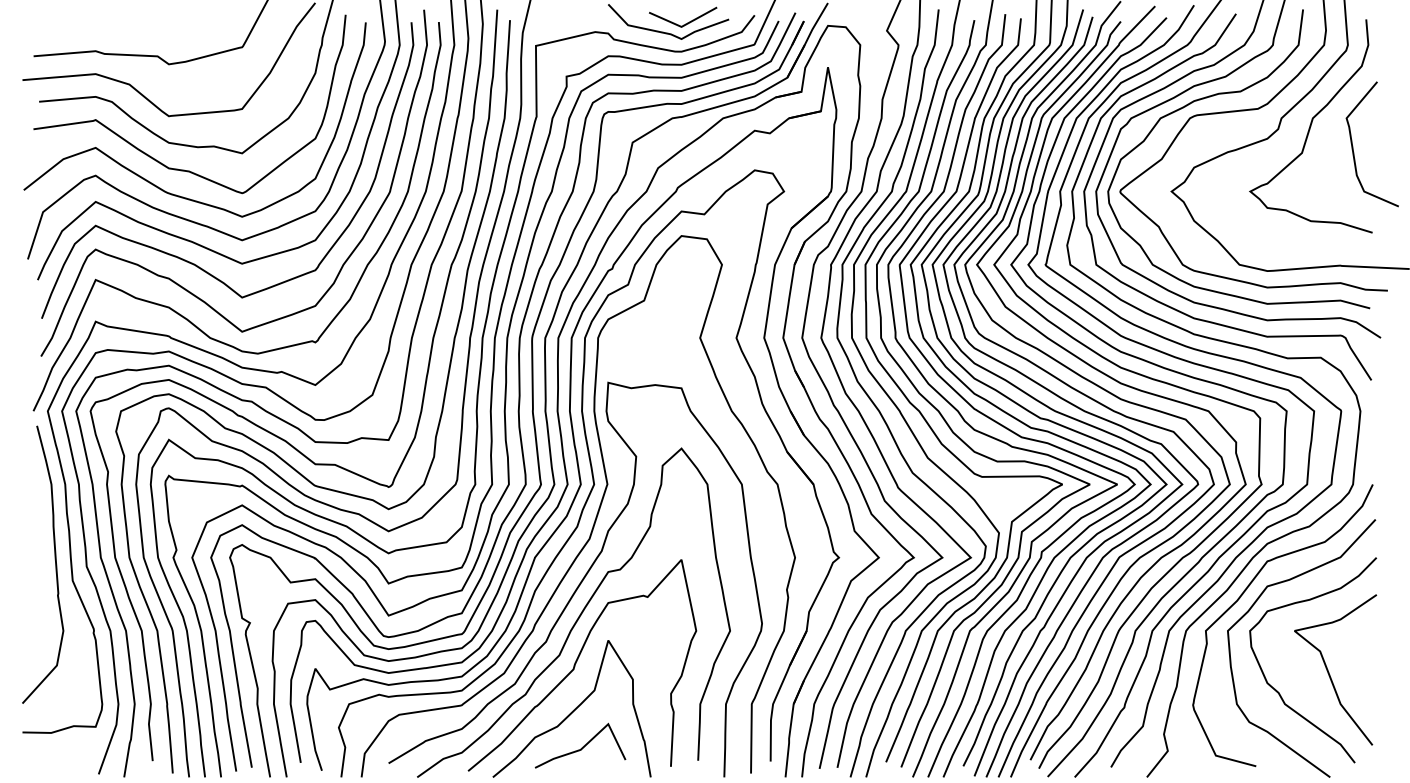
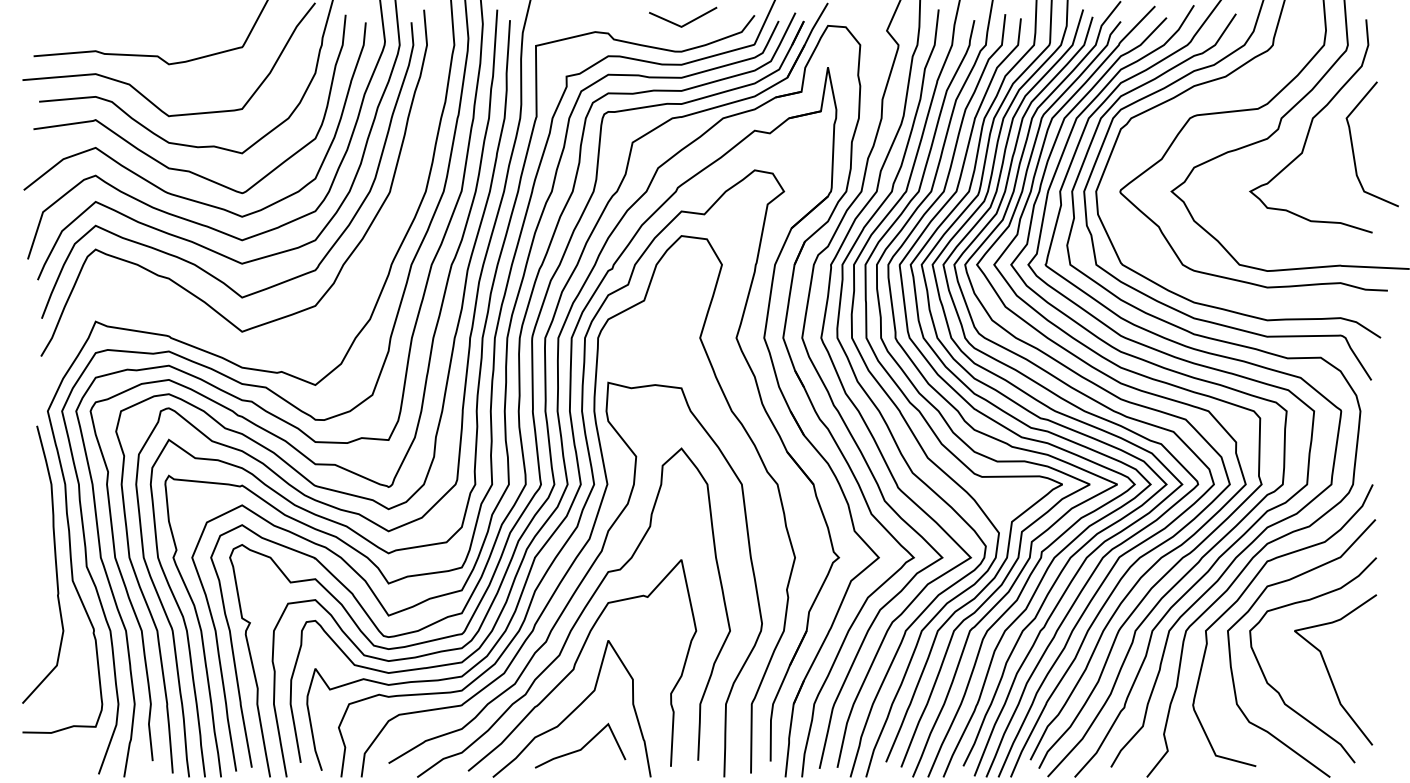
curve at (668, 32): present -> none
curve at (1233, 93): present -> none
curve at (175, 310): present -> none
